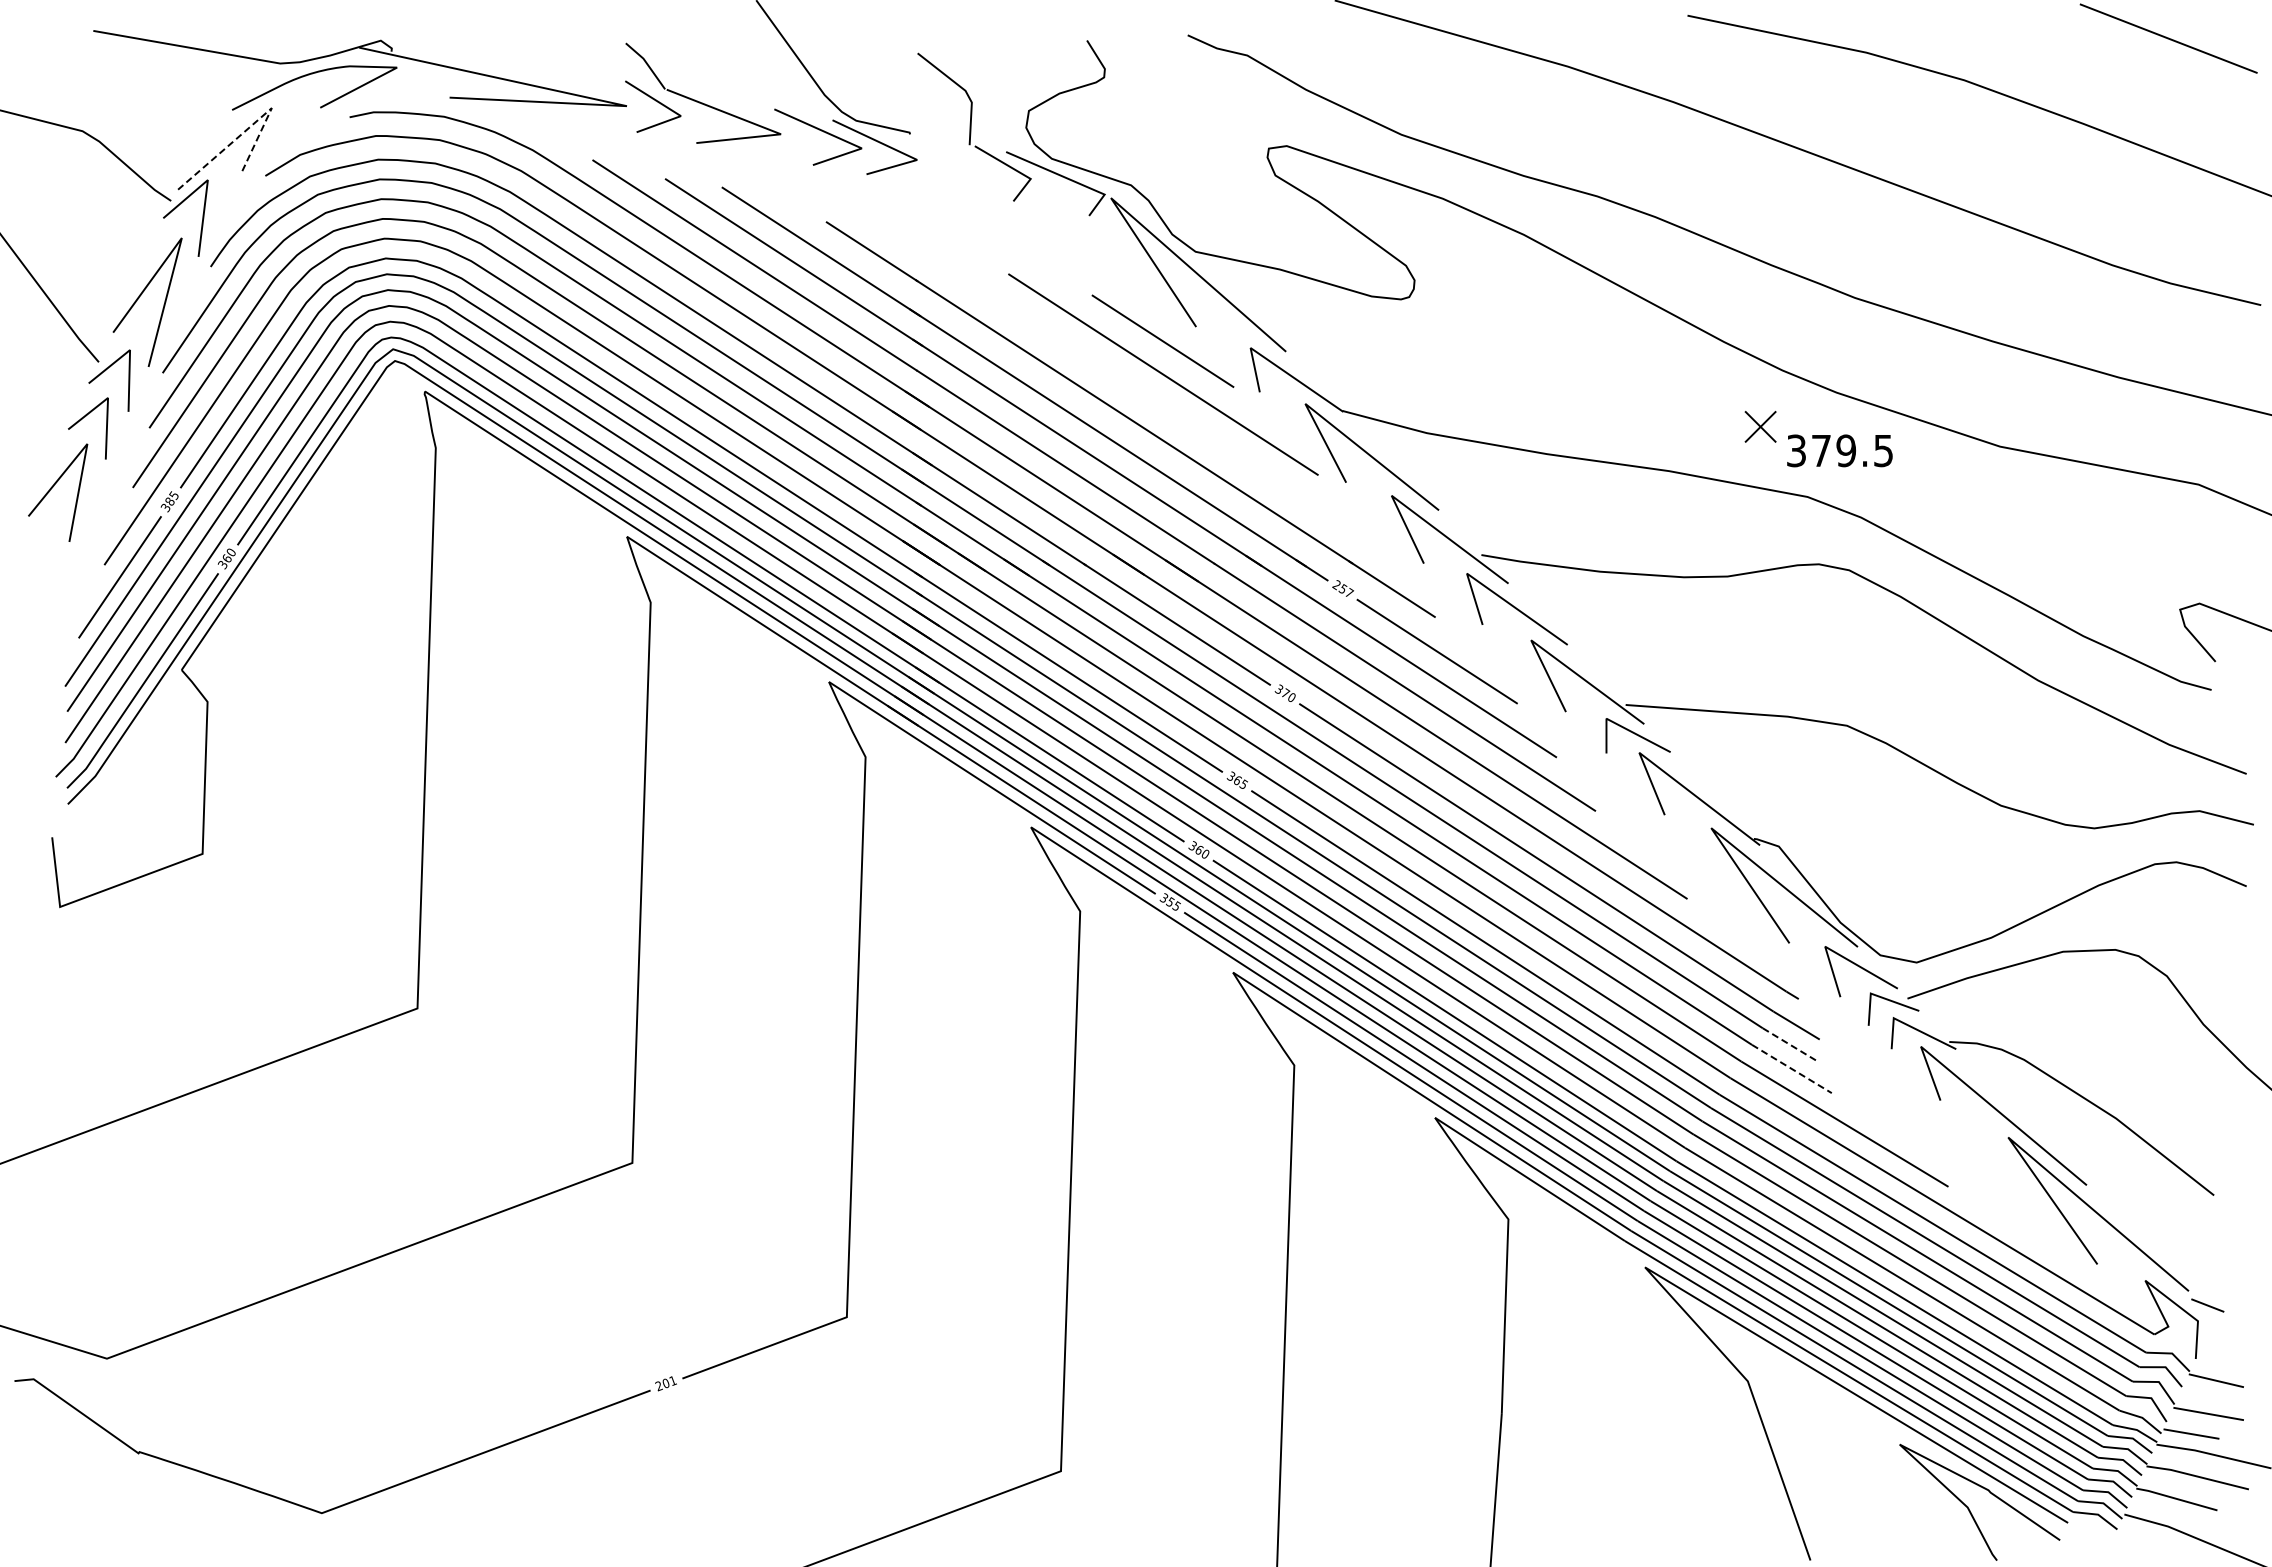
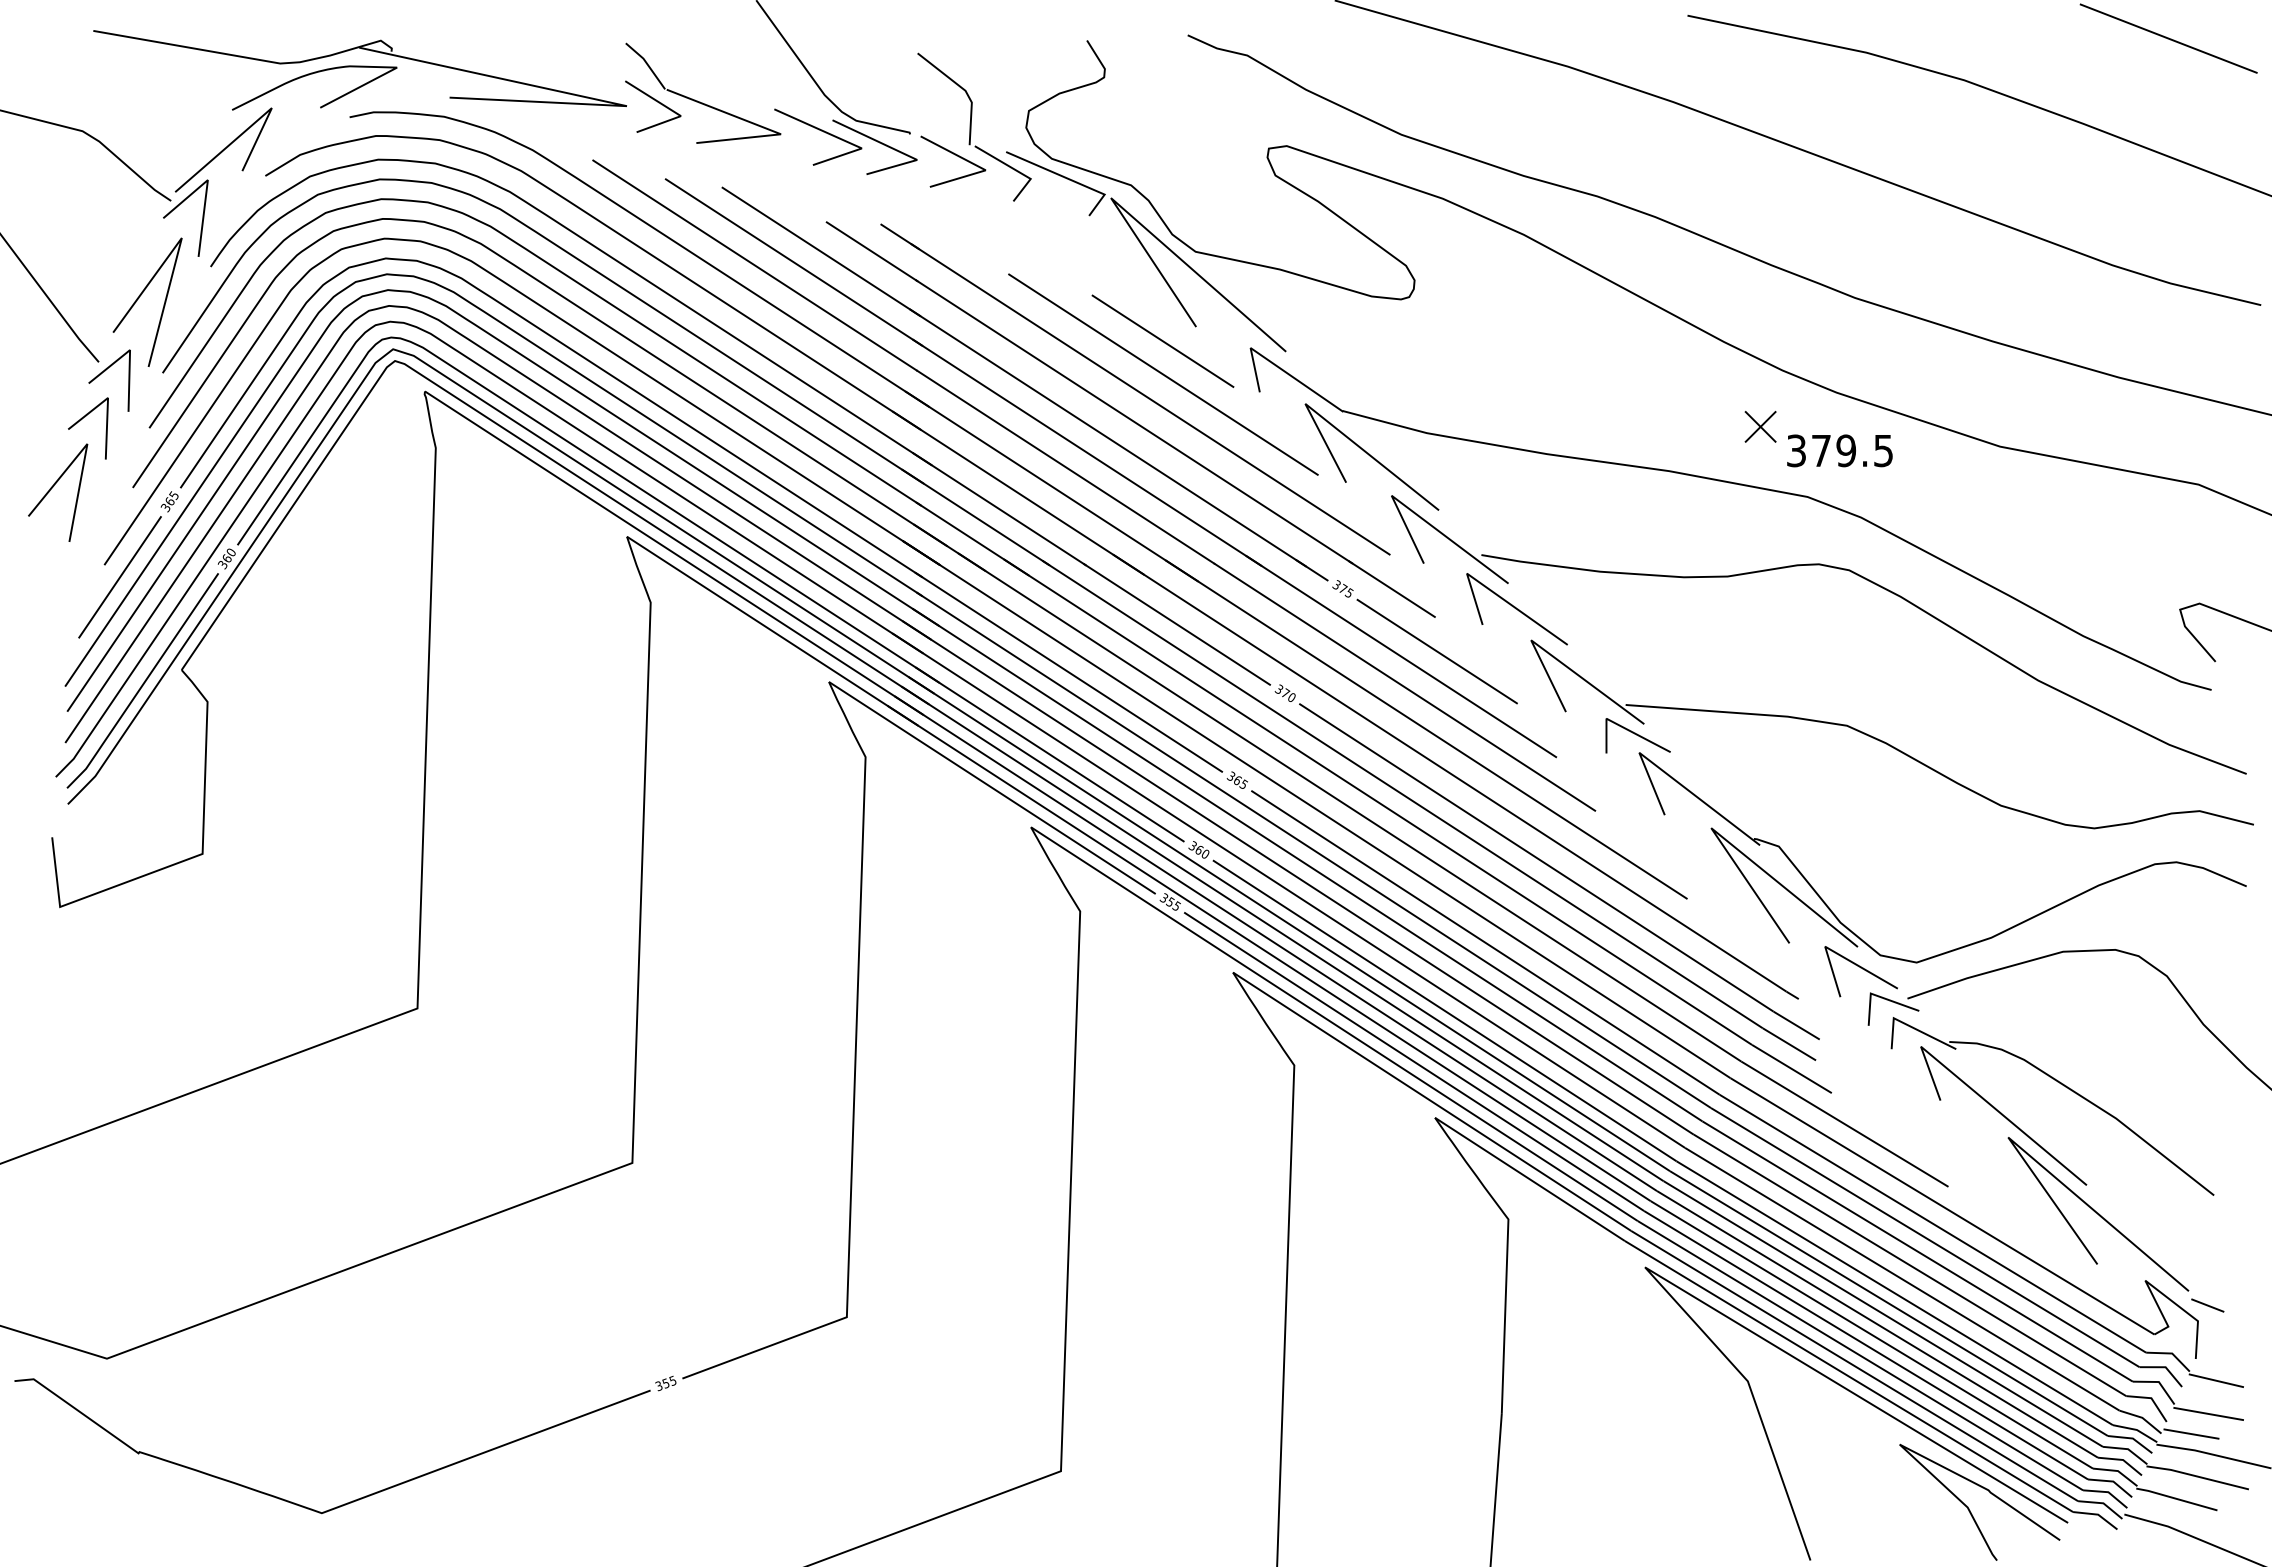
line at (250, 126): dashed -> solid
line at (956, 156): none -> present
line at (1135, 389): none -> present
text at (169, 501): 385 -> 365
text at (1343, 588): 257 -> 375
line at (1789, 1044): dashed -> solid
line at (1791, 1069): dashed -> solid
text at (665, 1383): 201 -> 355
